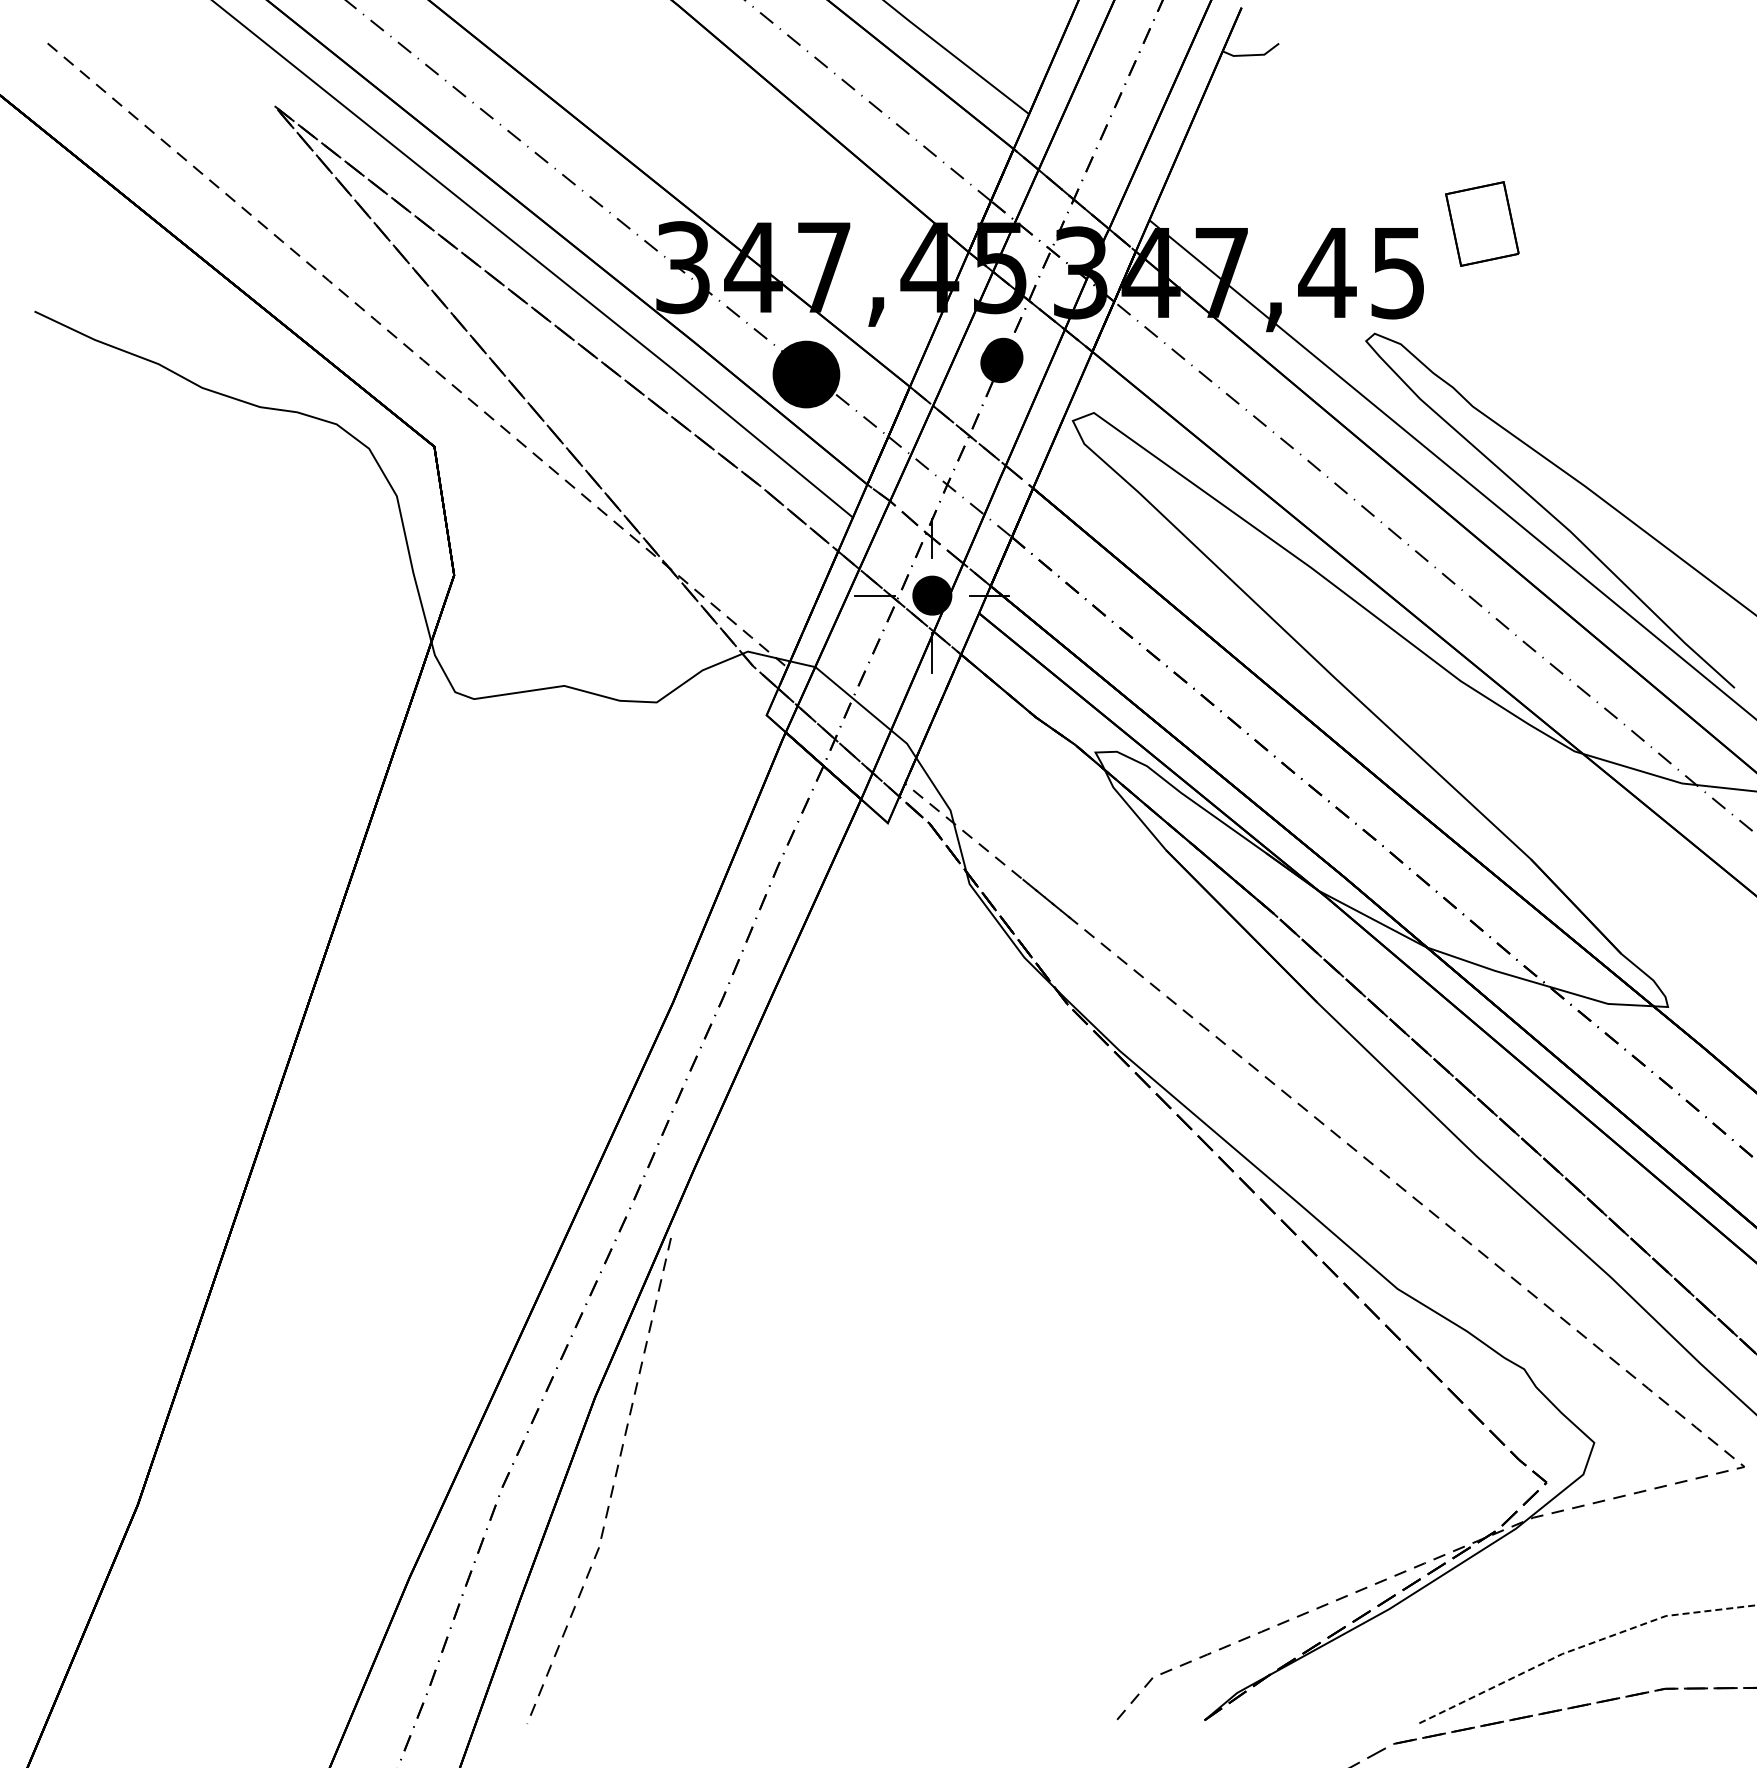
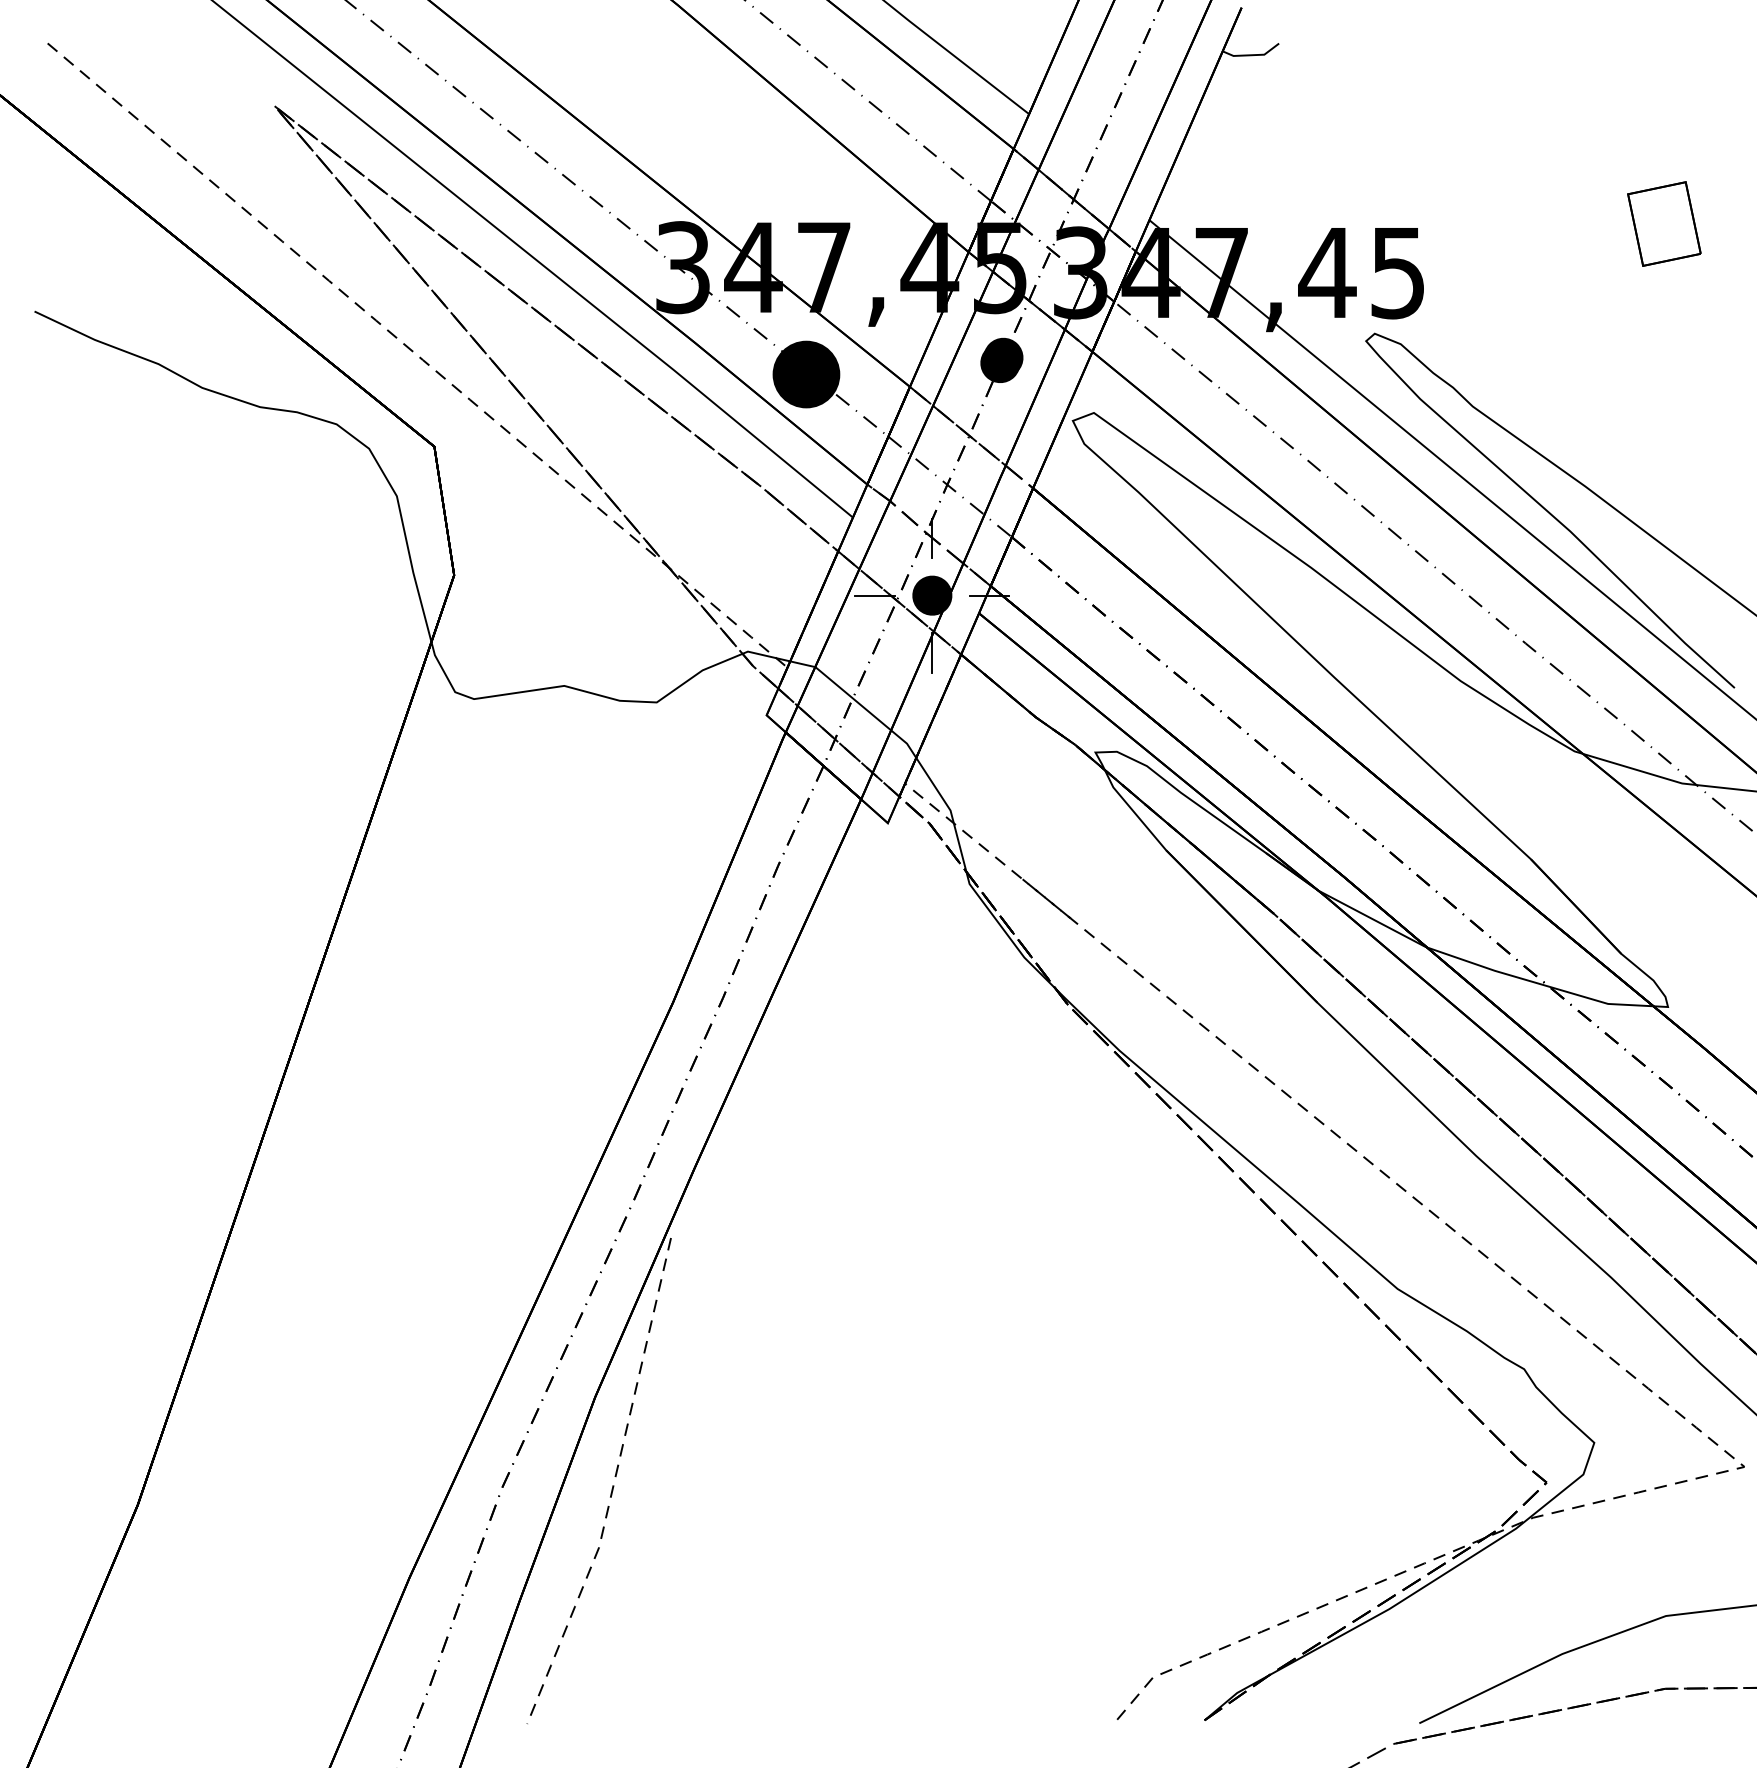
part at (1482, 223) position: (1482, 223) -> (1664, 223)
line at (1582, 1646): dashed -> solid
